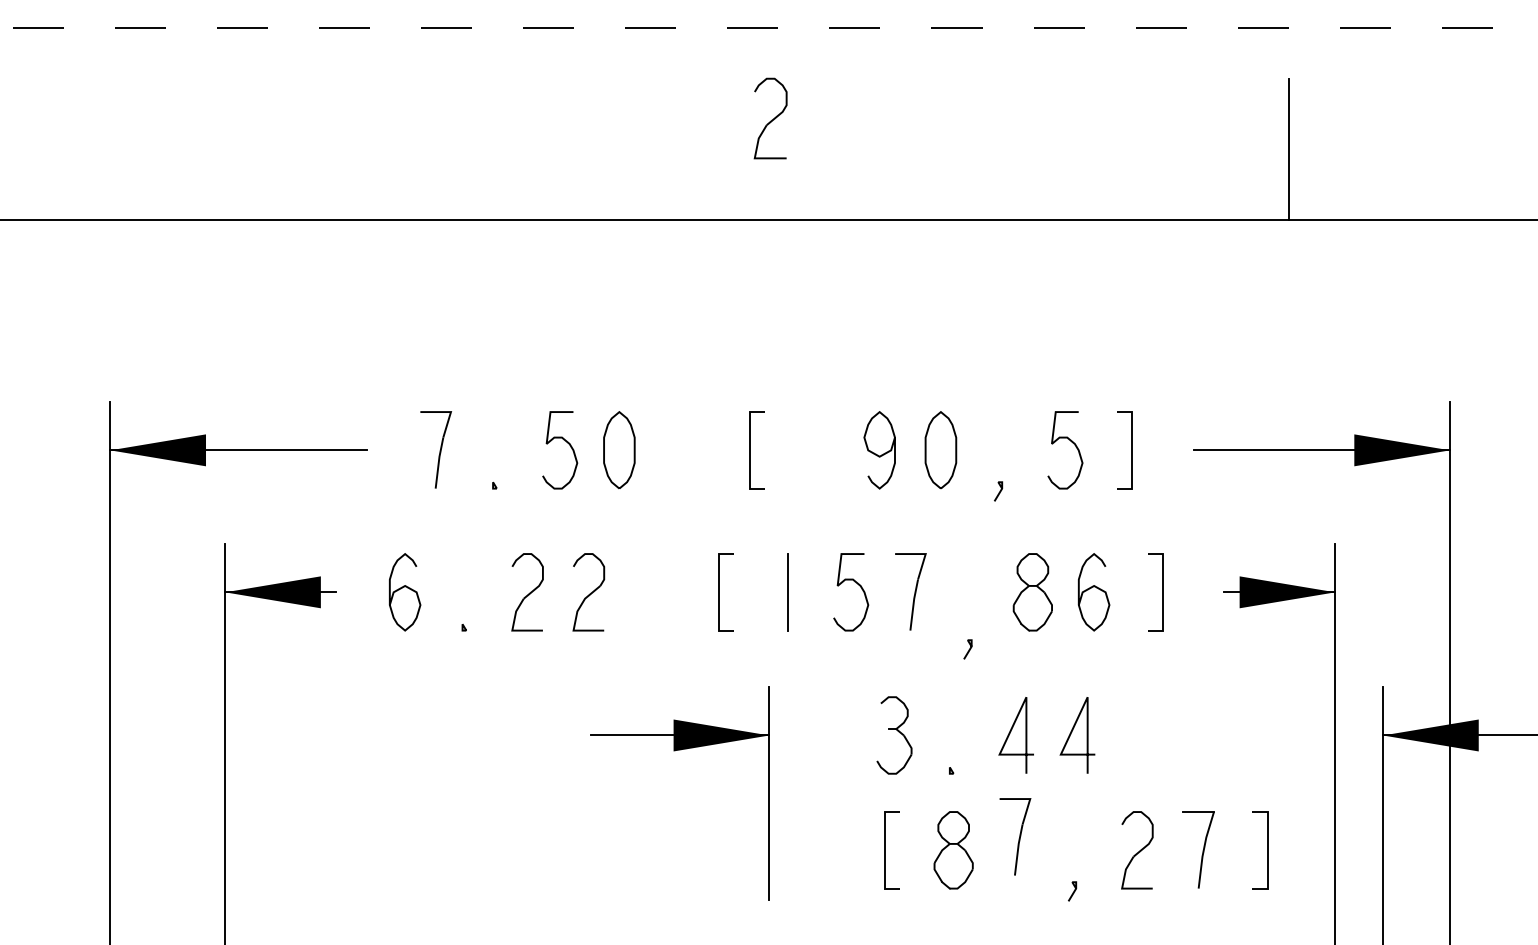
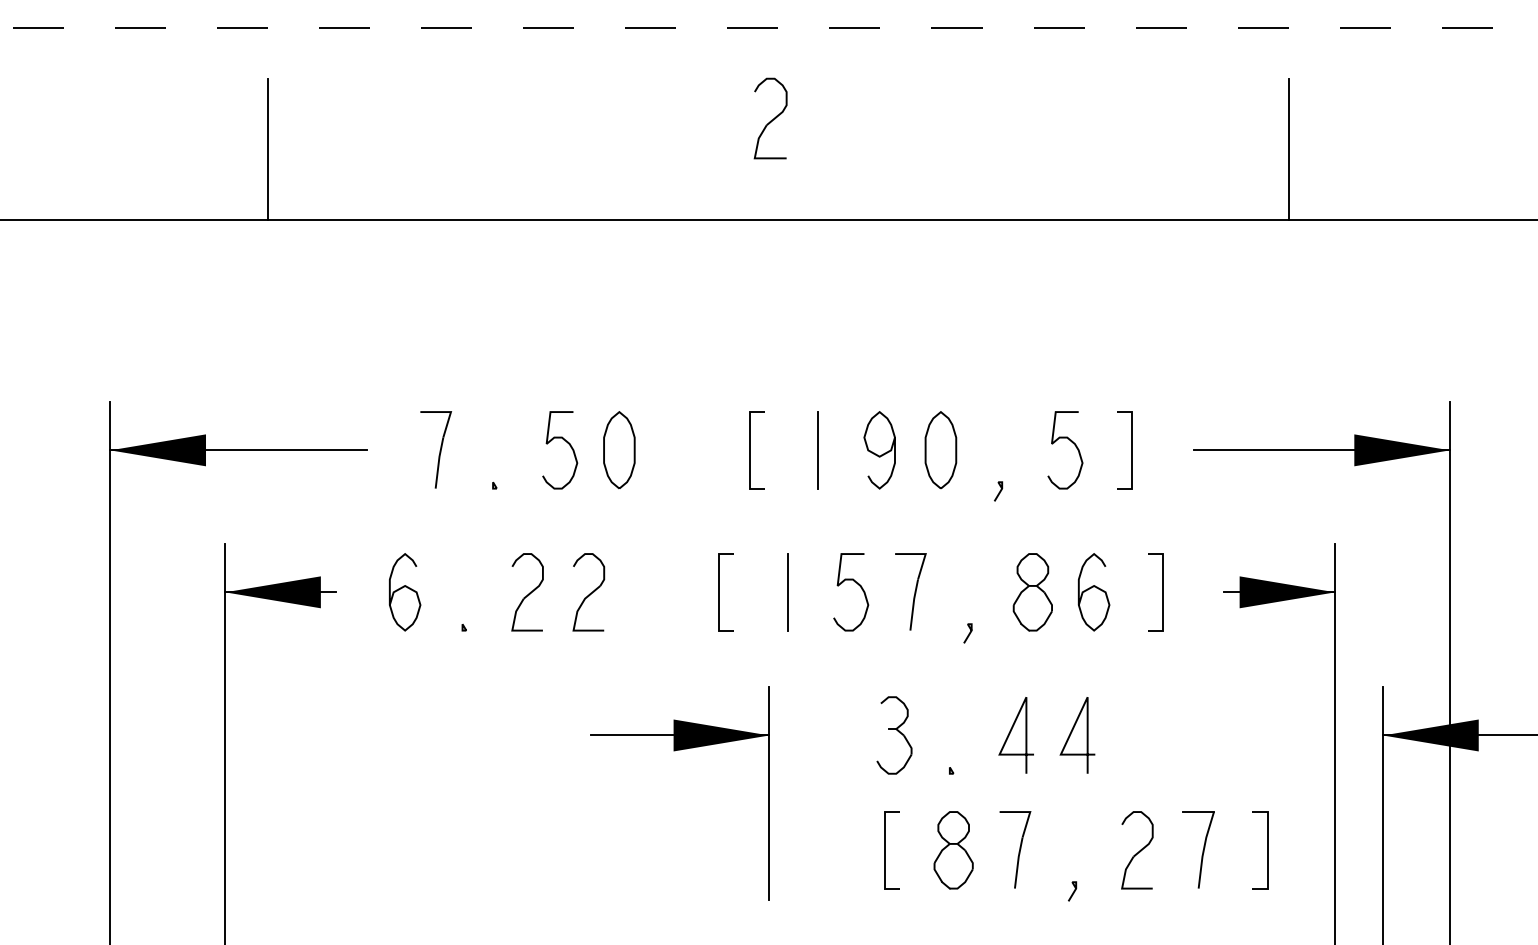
line at (268, 149): none -> present
line at (818, 450): none -> present
line at (968, 649) position: (968, 649) -> (968, 633)
part at (1015, 836) position: (1015, 836) -> (1015, 849)
